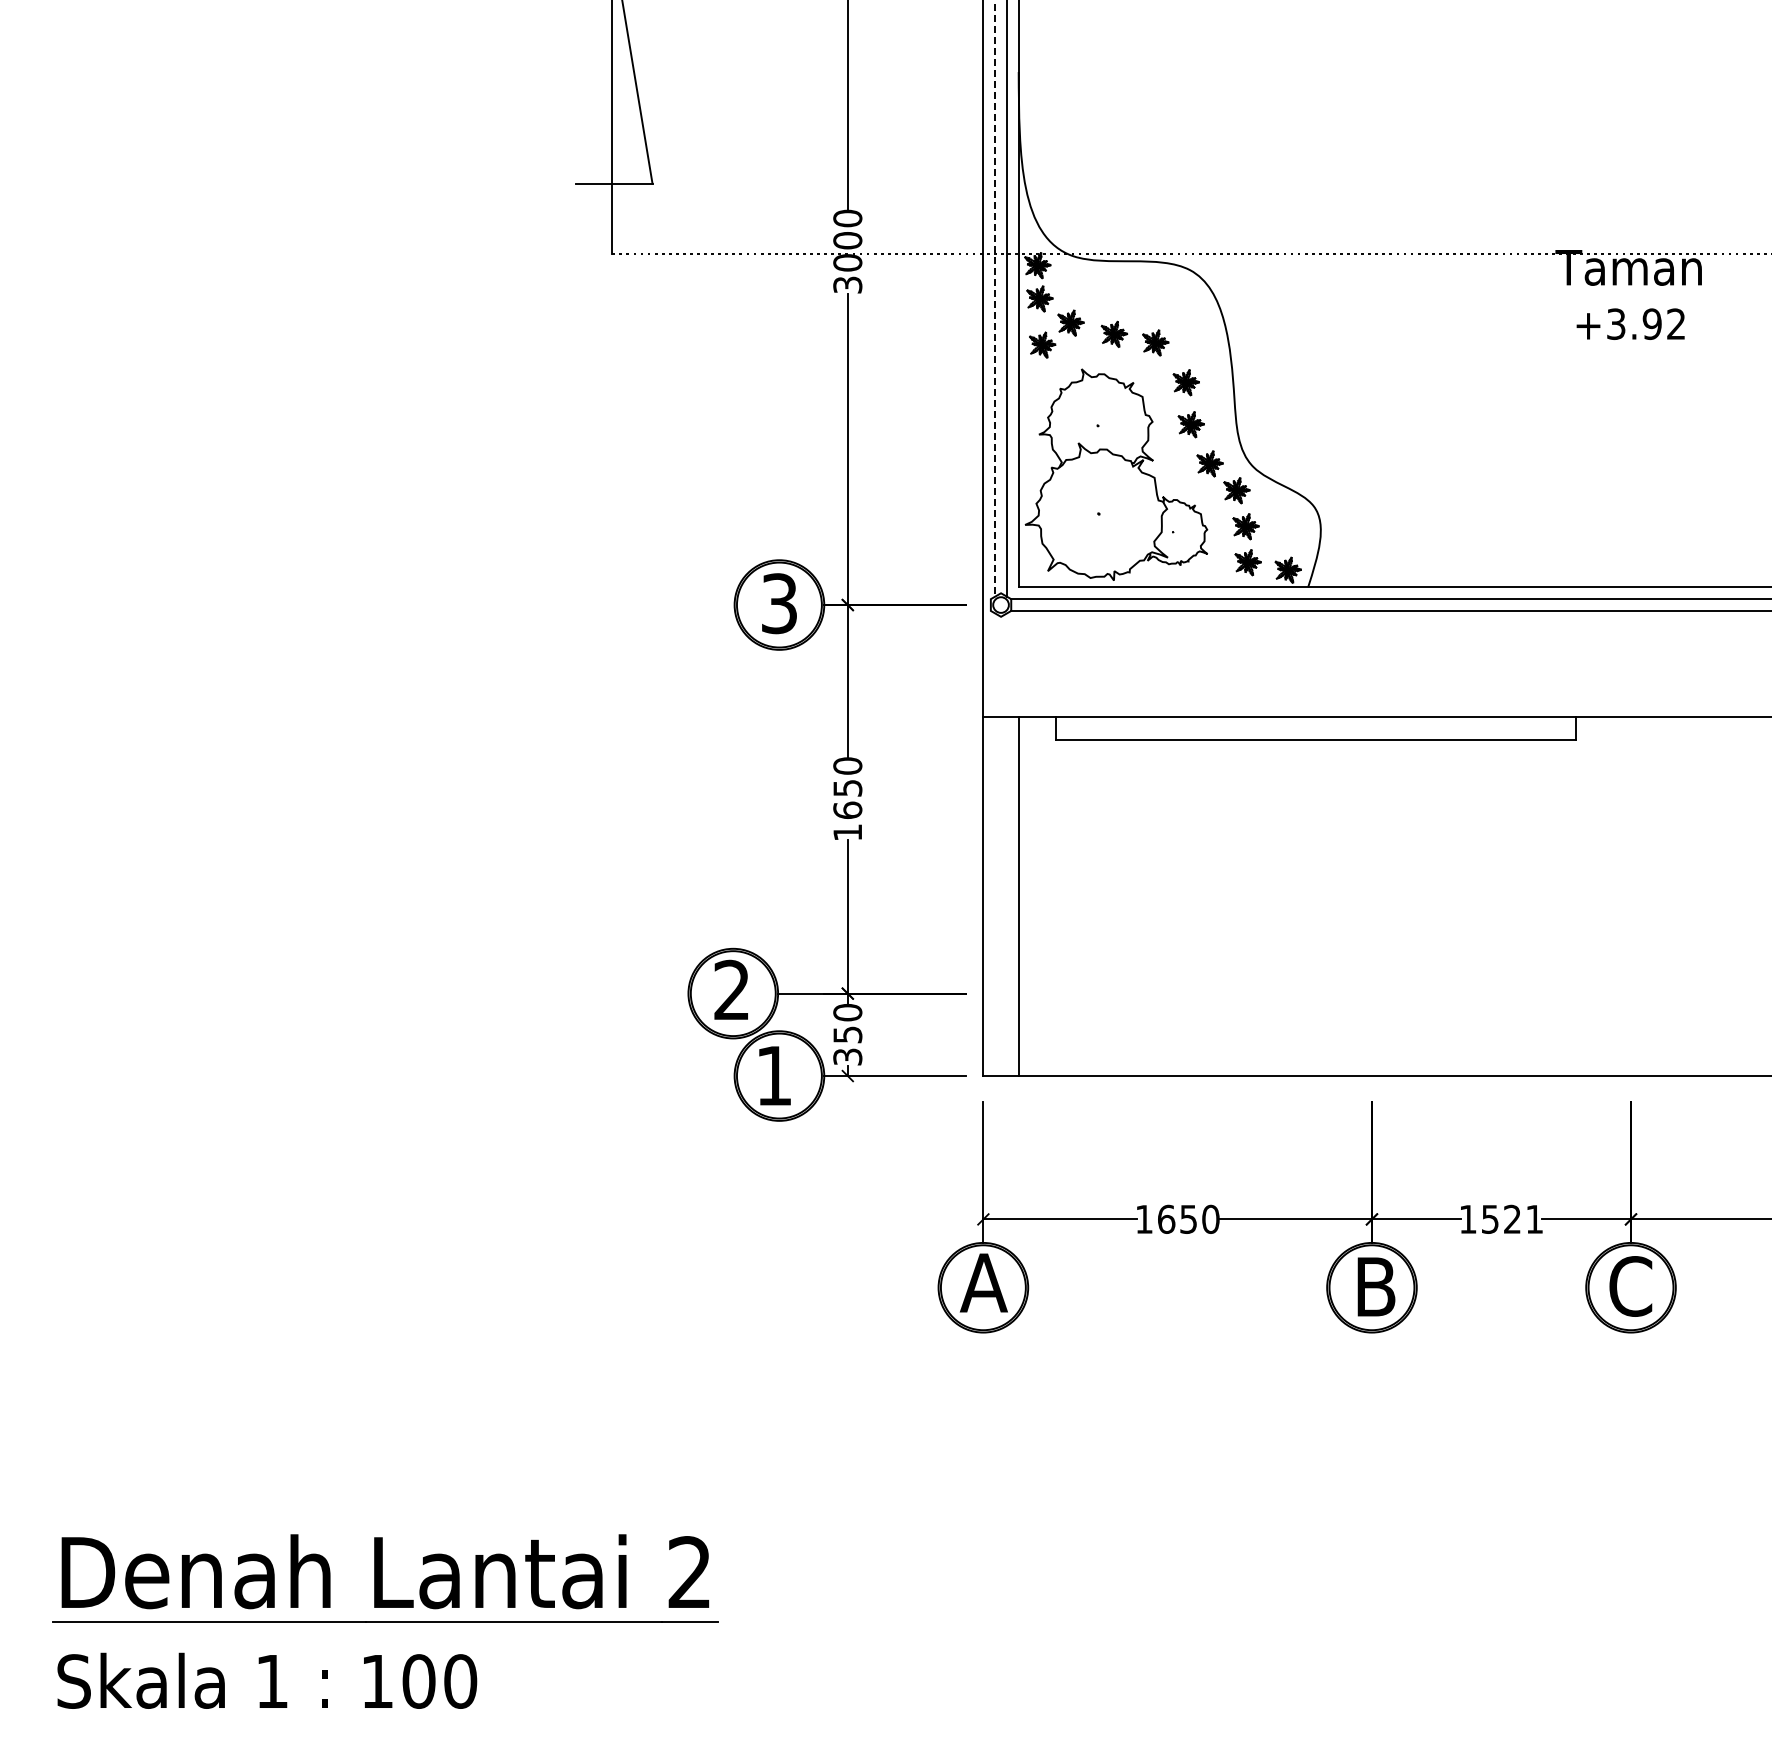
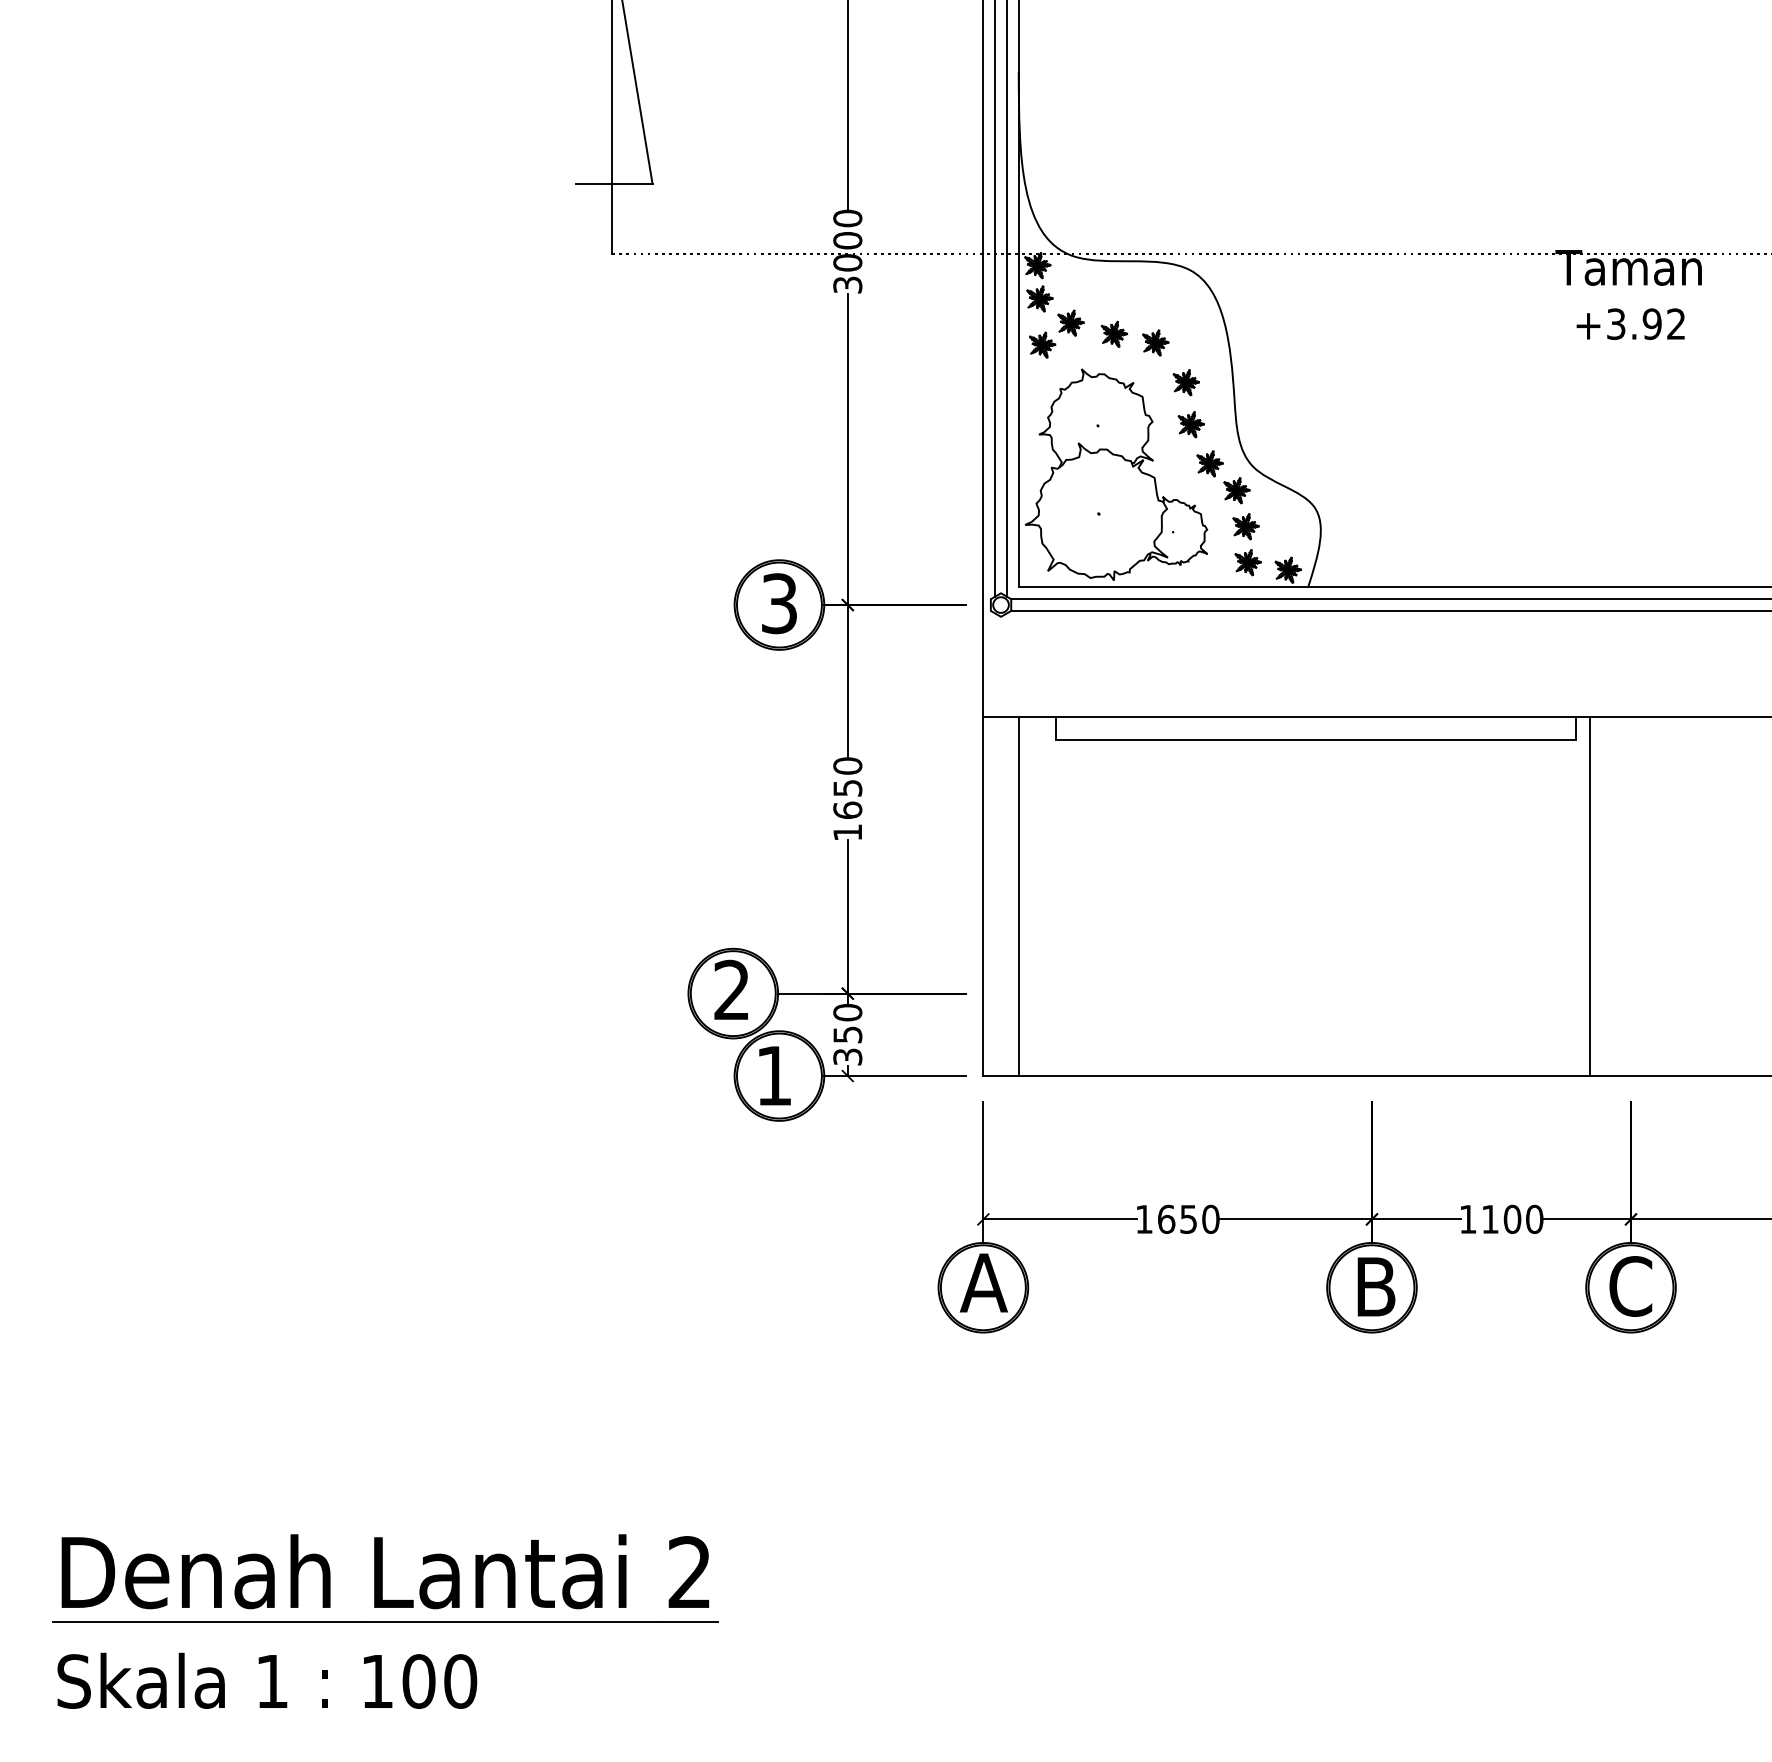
line at (995, 298): dashed -> solid
line at (1589, 896): none -> present
text at (1512, 1218): 1521 -> 1100
